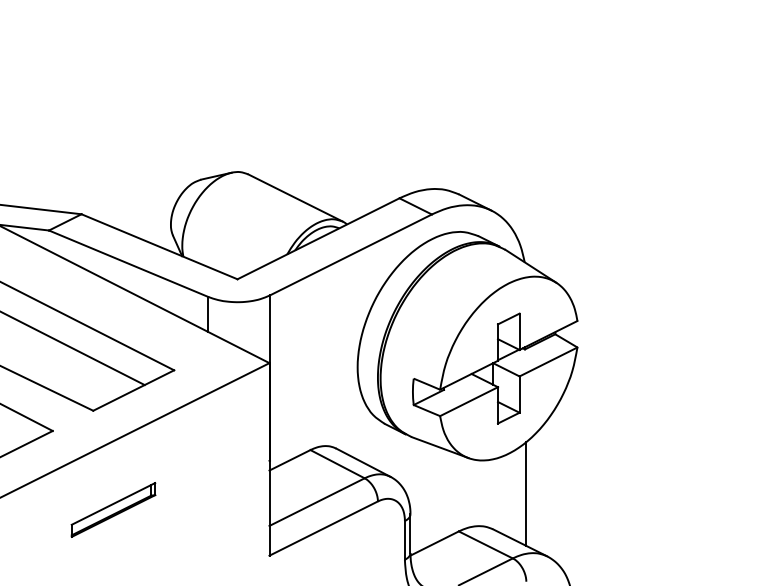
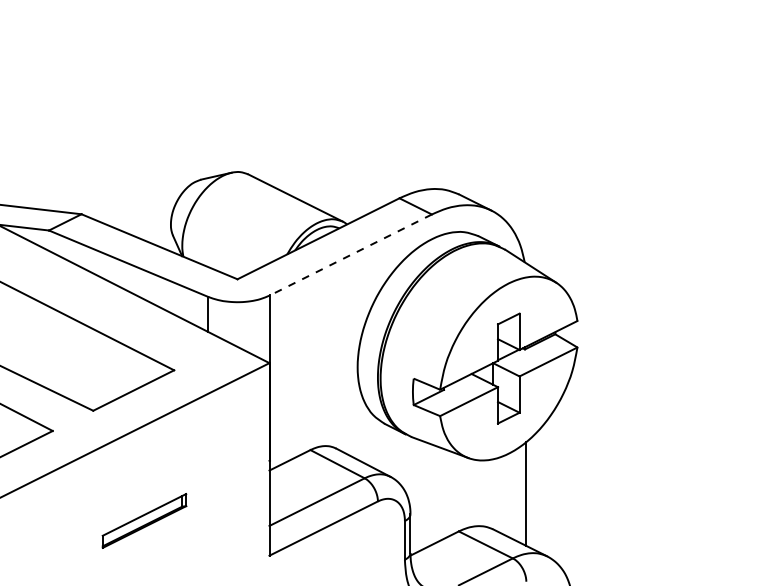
line at (350, 254): solid -> dashed
line at (73, 348): present -> none
part at (113, 509) position: (113, 509) -> (144, 520)
